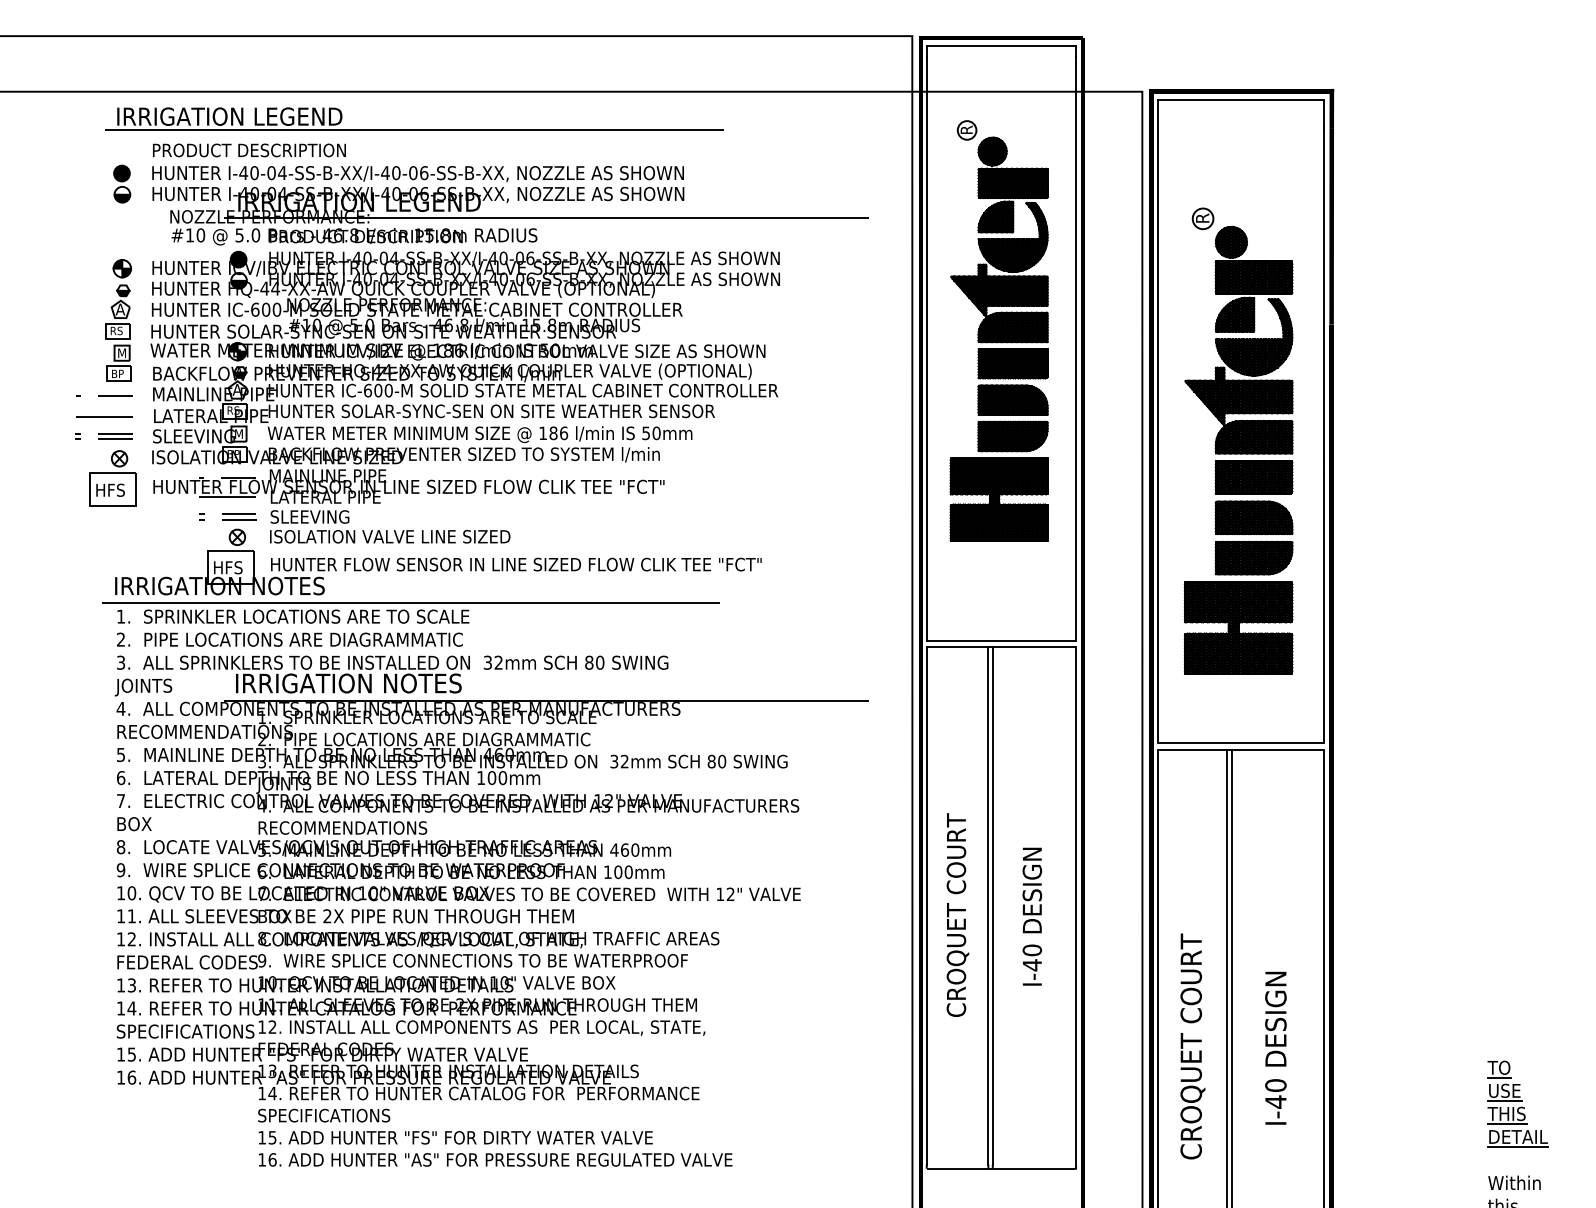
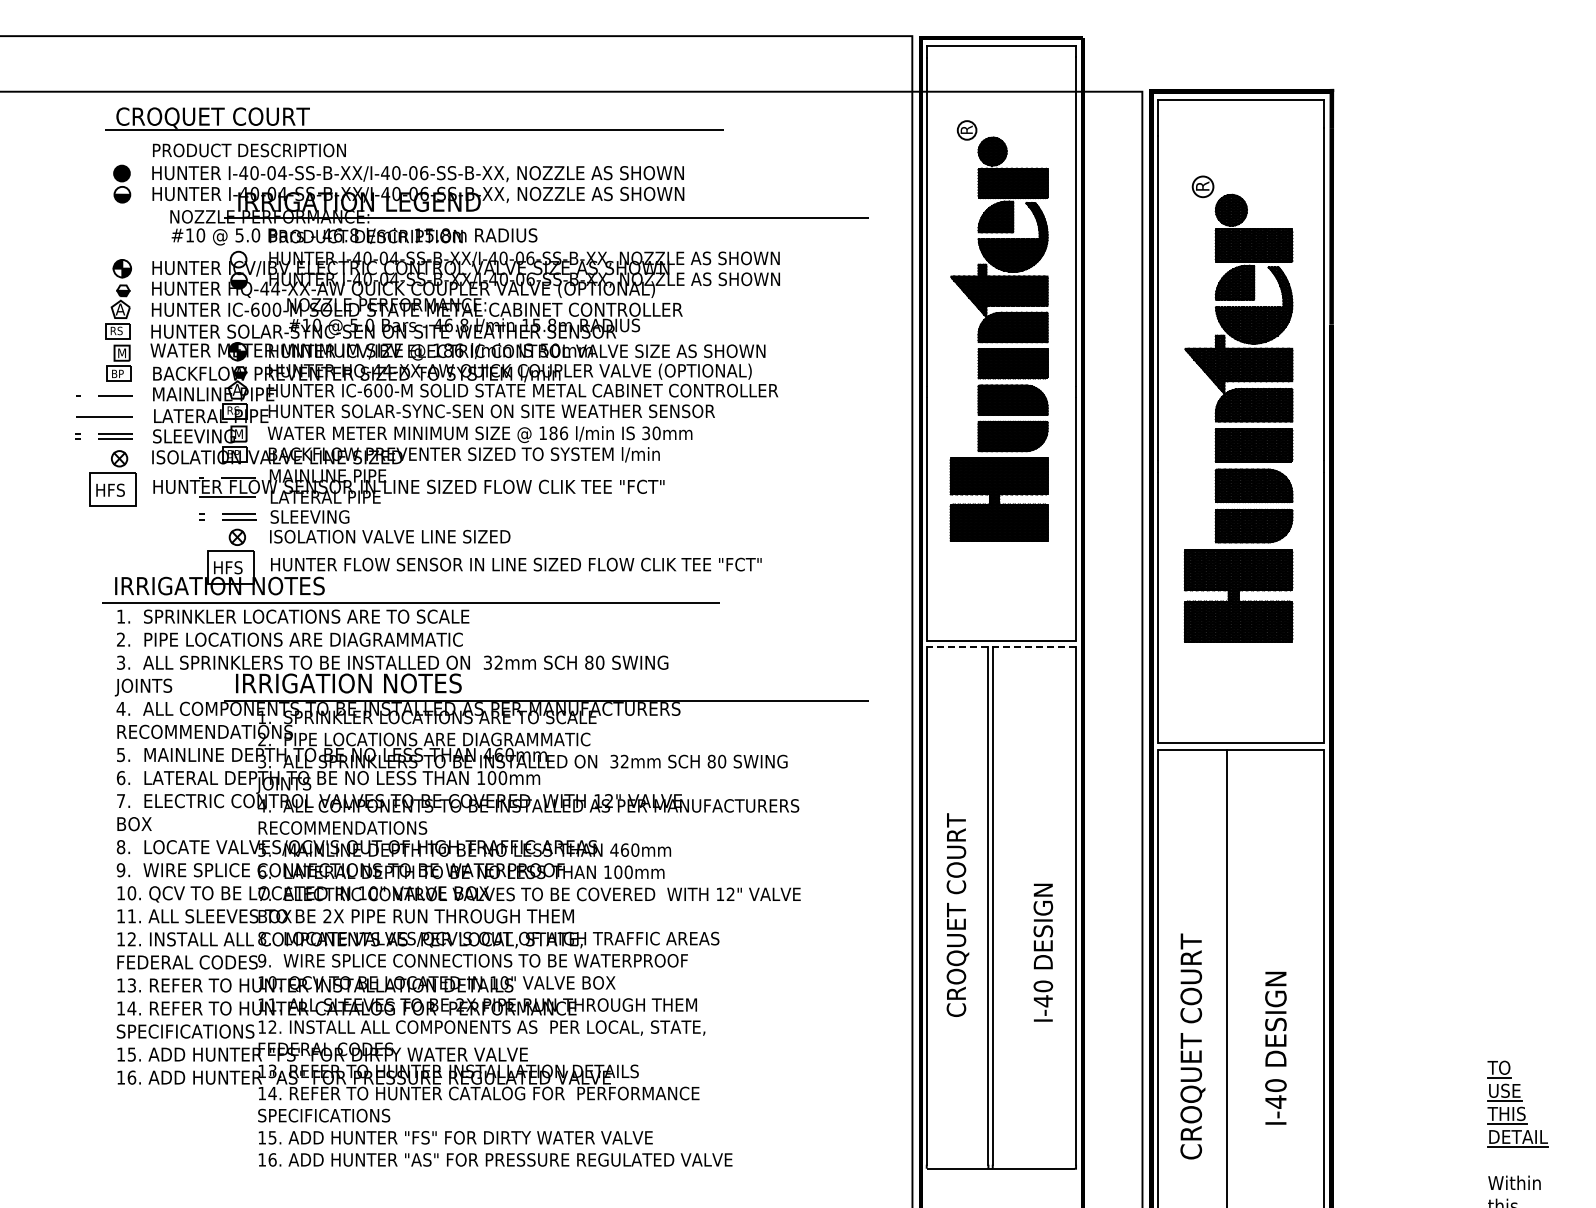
text at (229, 117): IRRIGATION LEGEND -> CROQUET COURT
fill at (238, 259): present -> none
text at (646, 432): 50mm -> 30mm
part at (1238, 440) position: (1238, 440) -> (1238, 408)
line at (1001, 647): solid -> dashed
text at (1032, 916) position: (1032, 916) -> (1043, 952)
line at (1231, 976): present -> none
